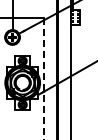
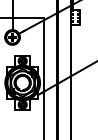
line at (44, 79): dashed -> solid
